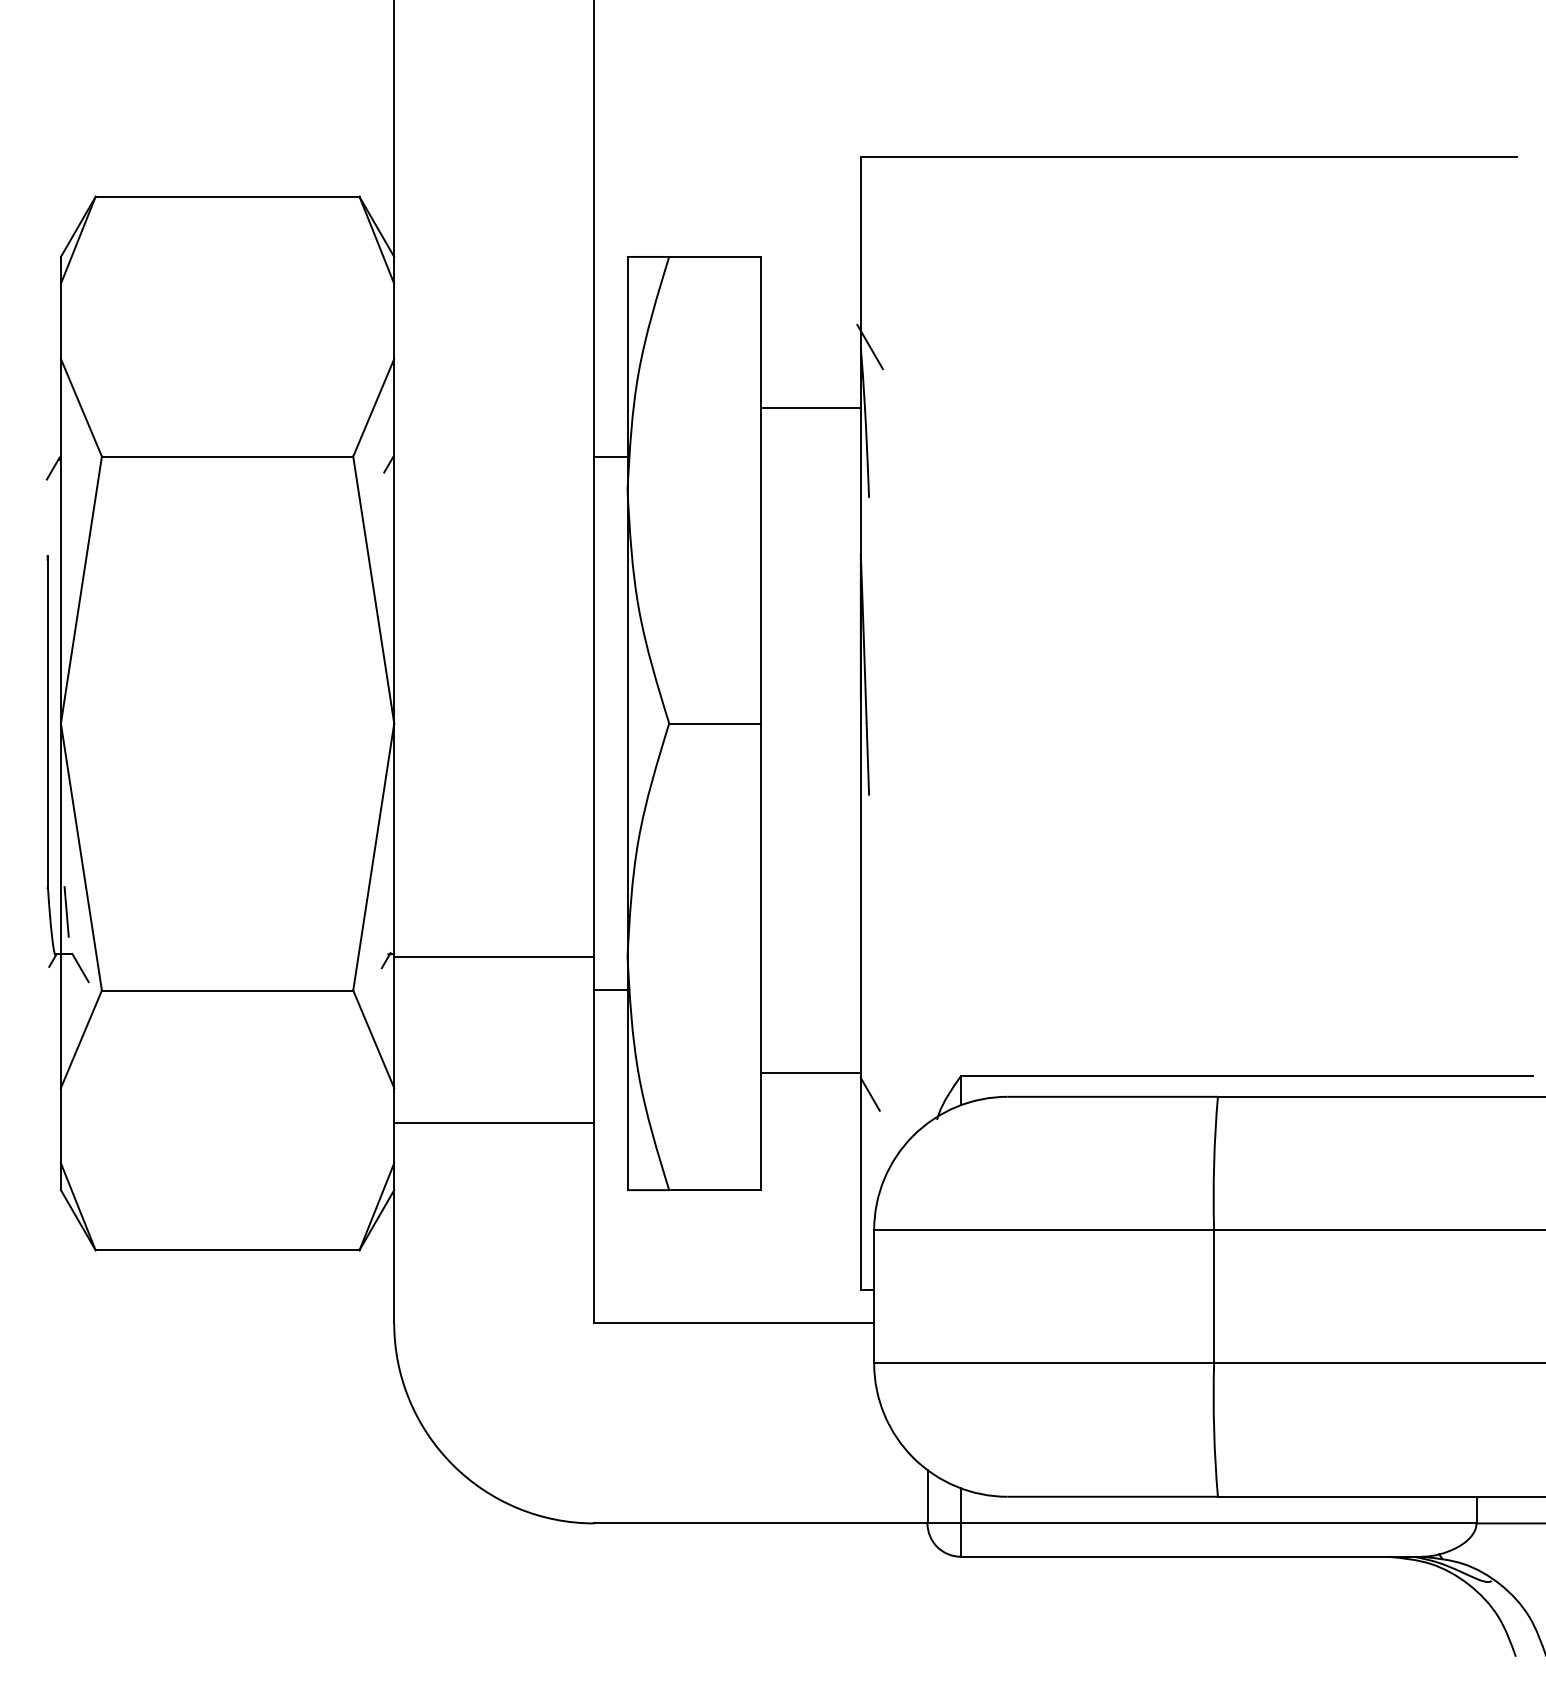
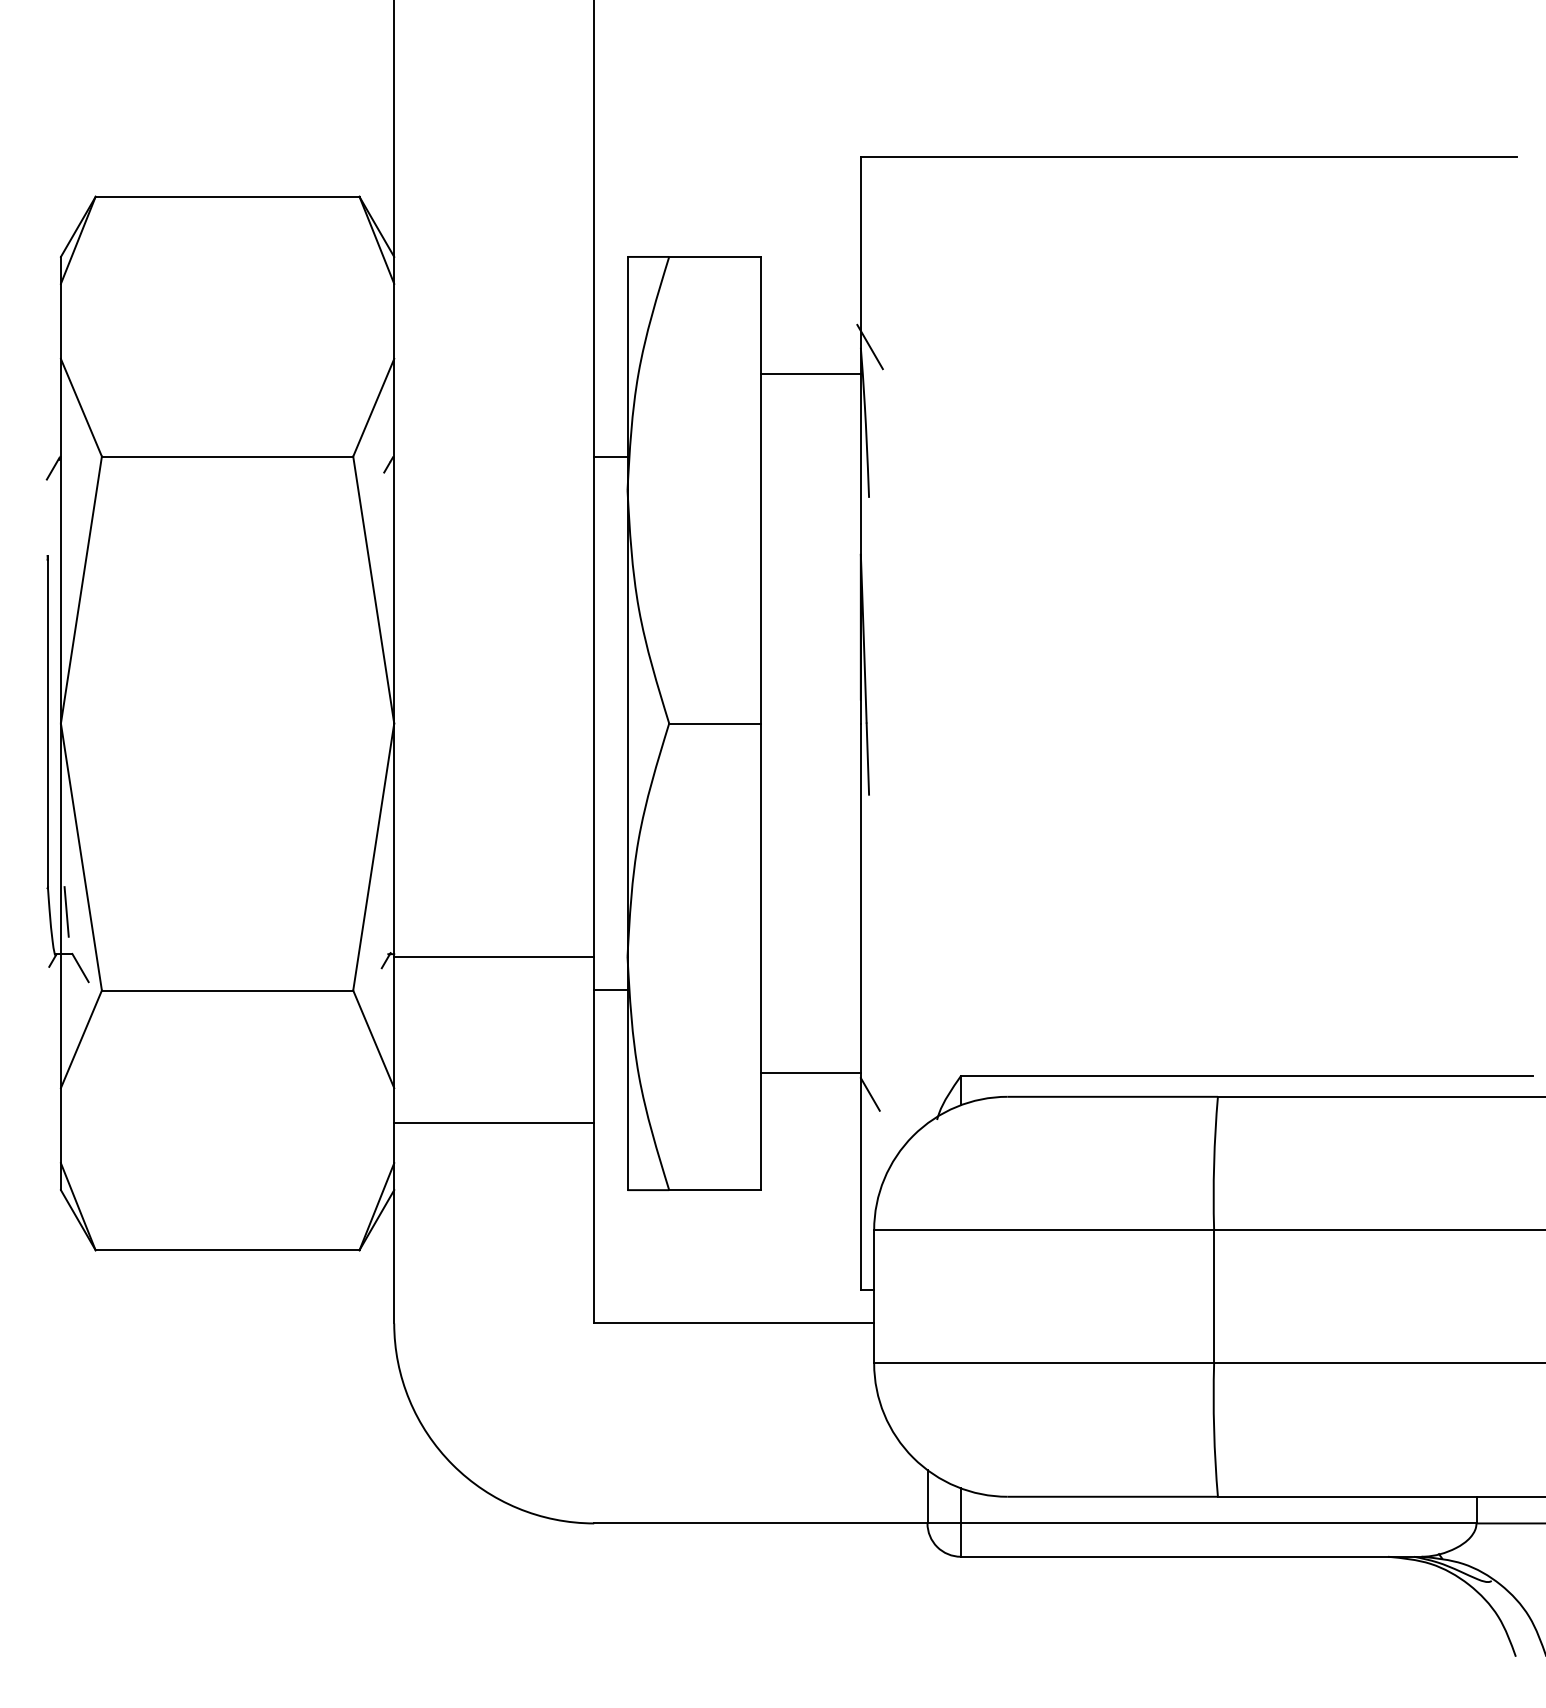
line at (810, 407) position: (810, 407) -> (810, 373)
